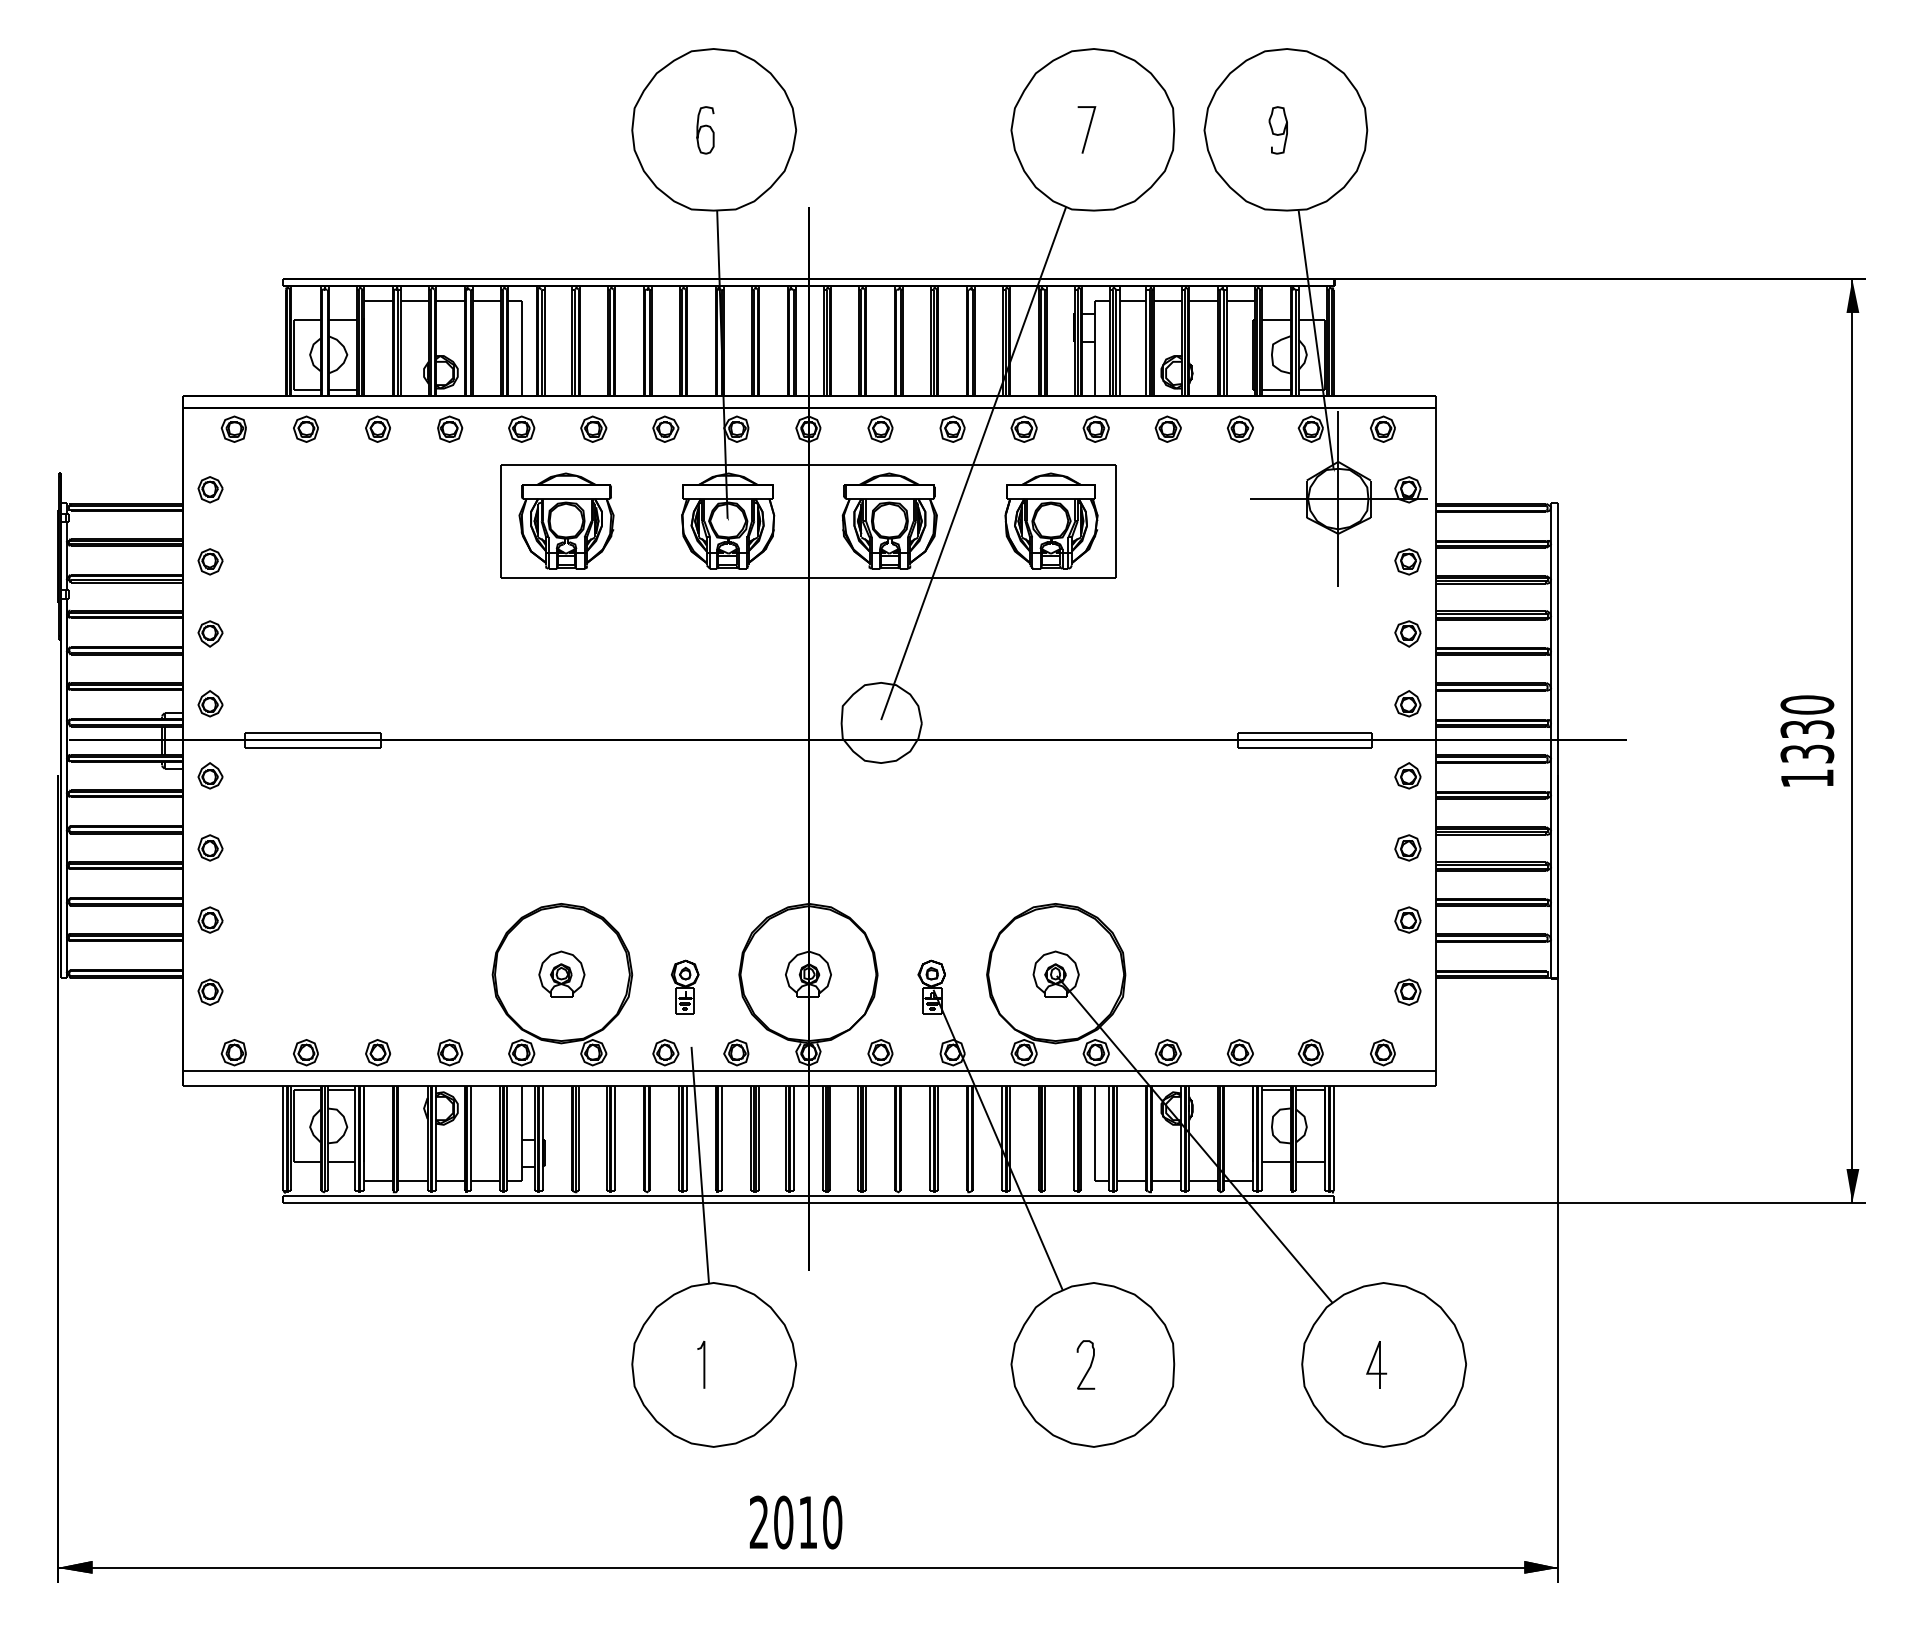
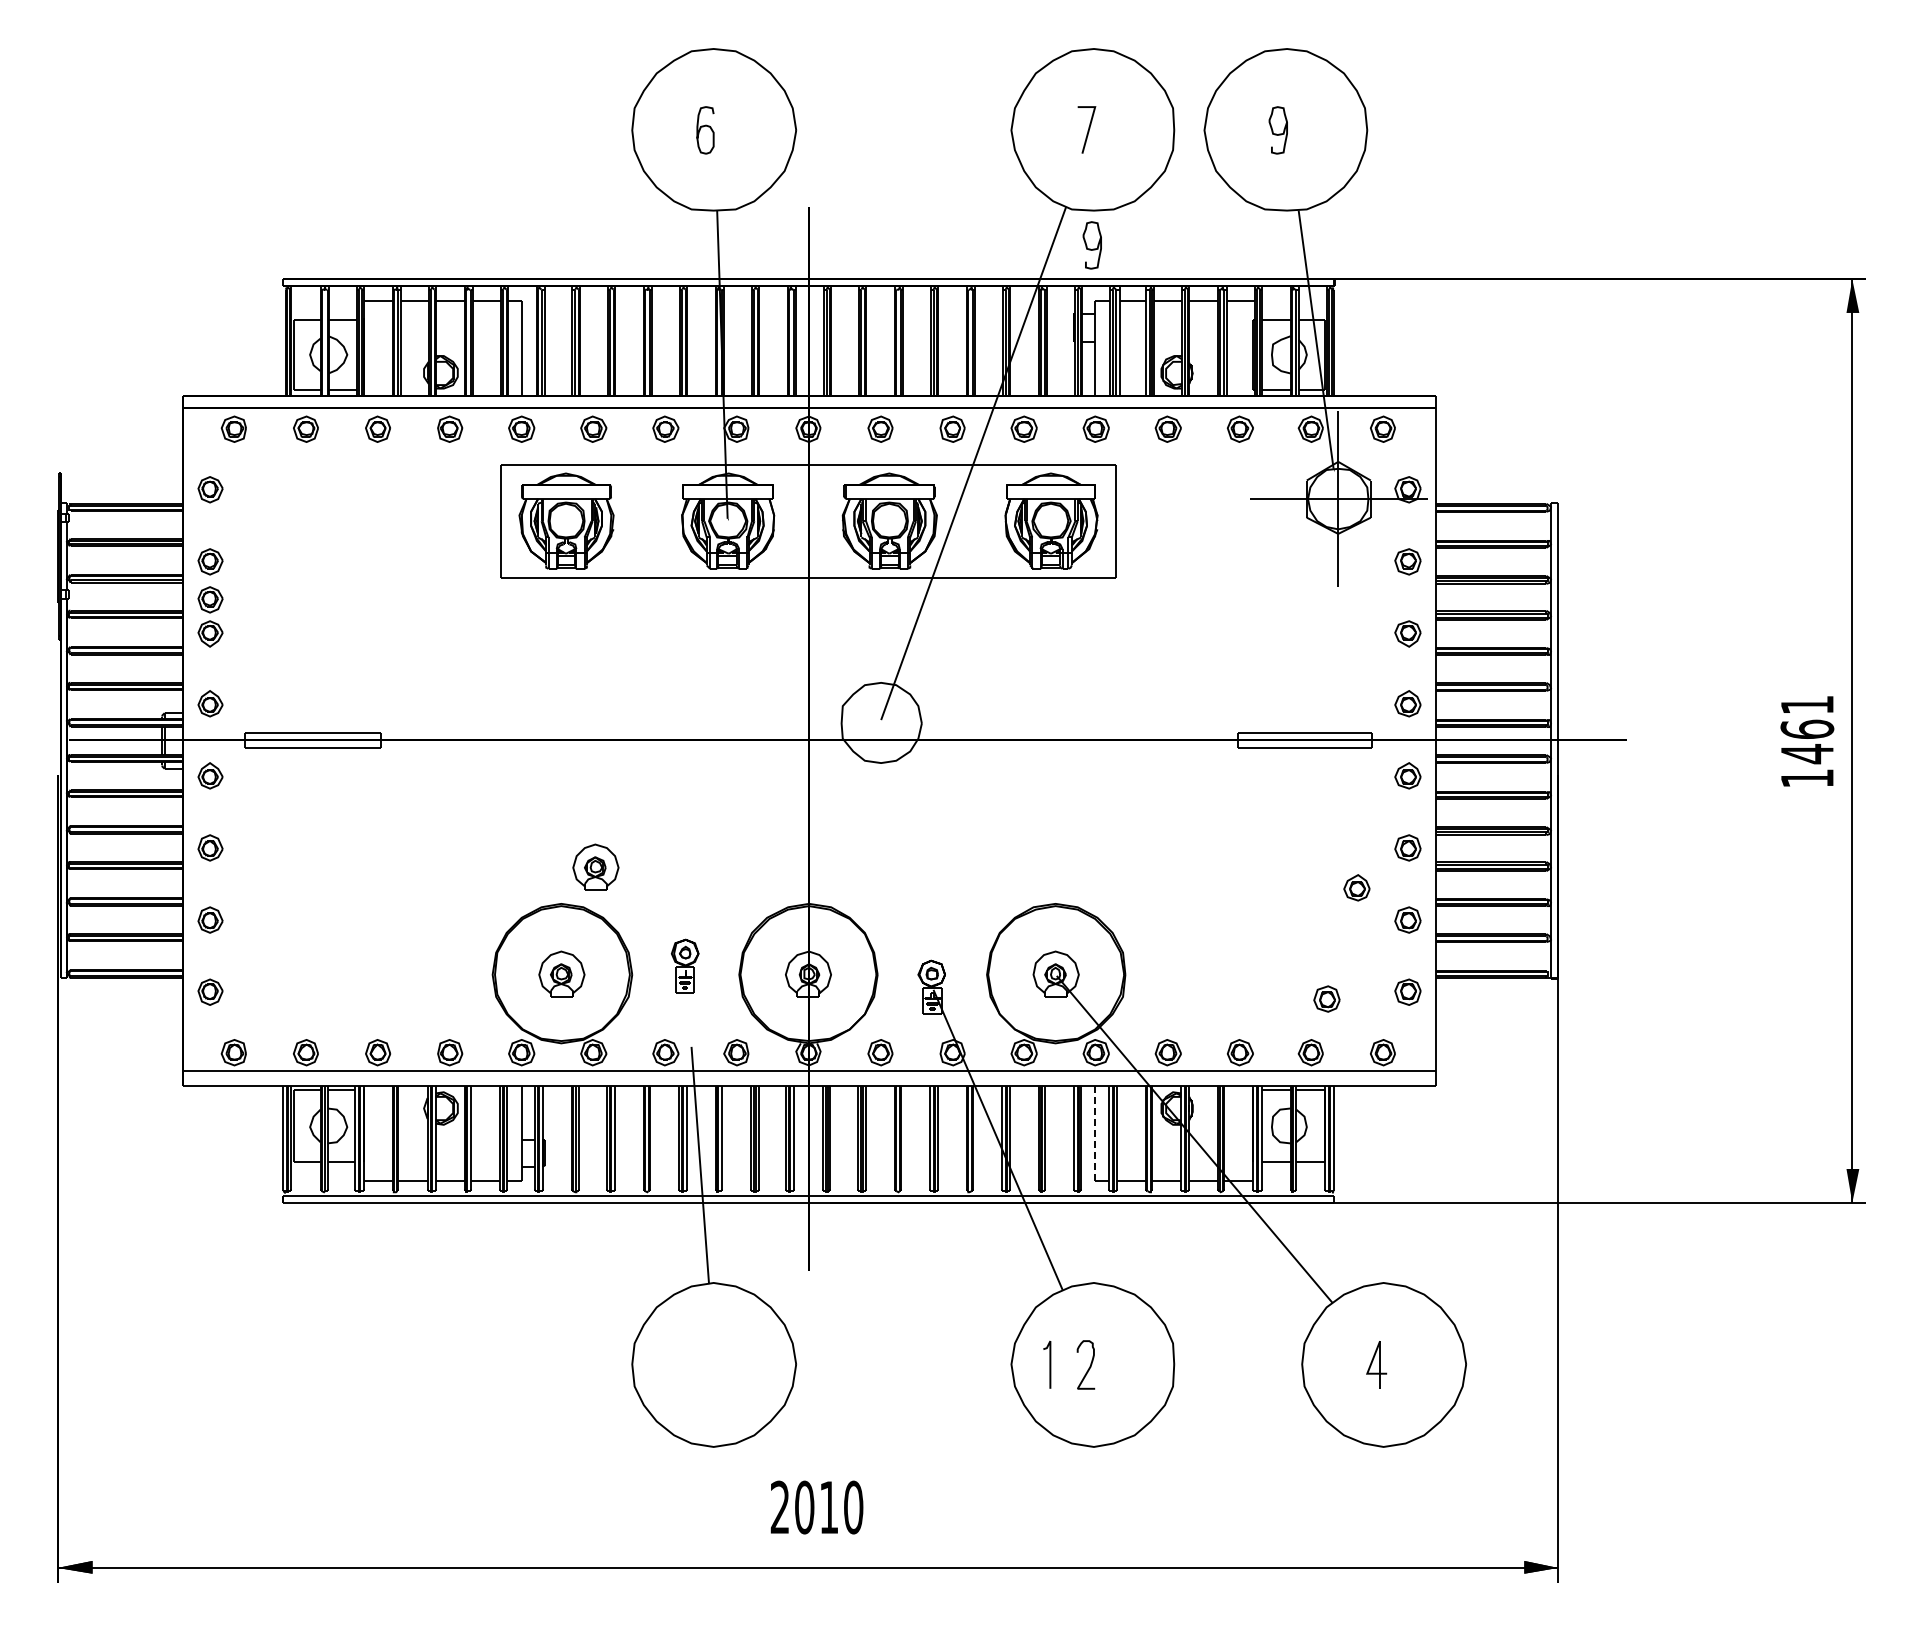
curve at (1090, 248): none -> present
part at (210, 599): none -> present
text at (1807, 729): 1330 -> 1461
part at (595, 866): none -> present
part at (1356, 887): none -> present
part at (685, 986) position: (685, 986) -> (685, 965)
part at (1326, 998): none -> present
line at (1095, 1134): solid -> dashed
line at (703, 1364) position: (703, 1364) -> (1049, 1364)
text at (795, 1522) position: (795, 1522) -> (816, 1507)
